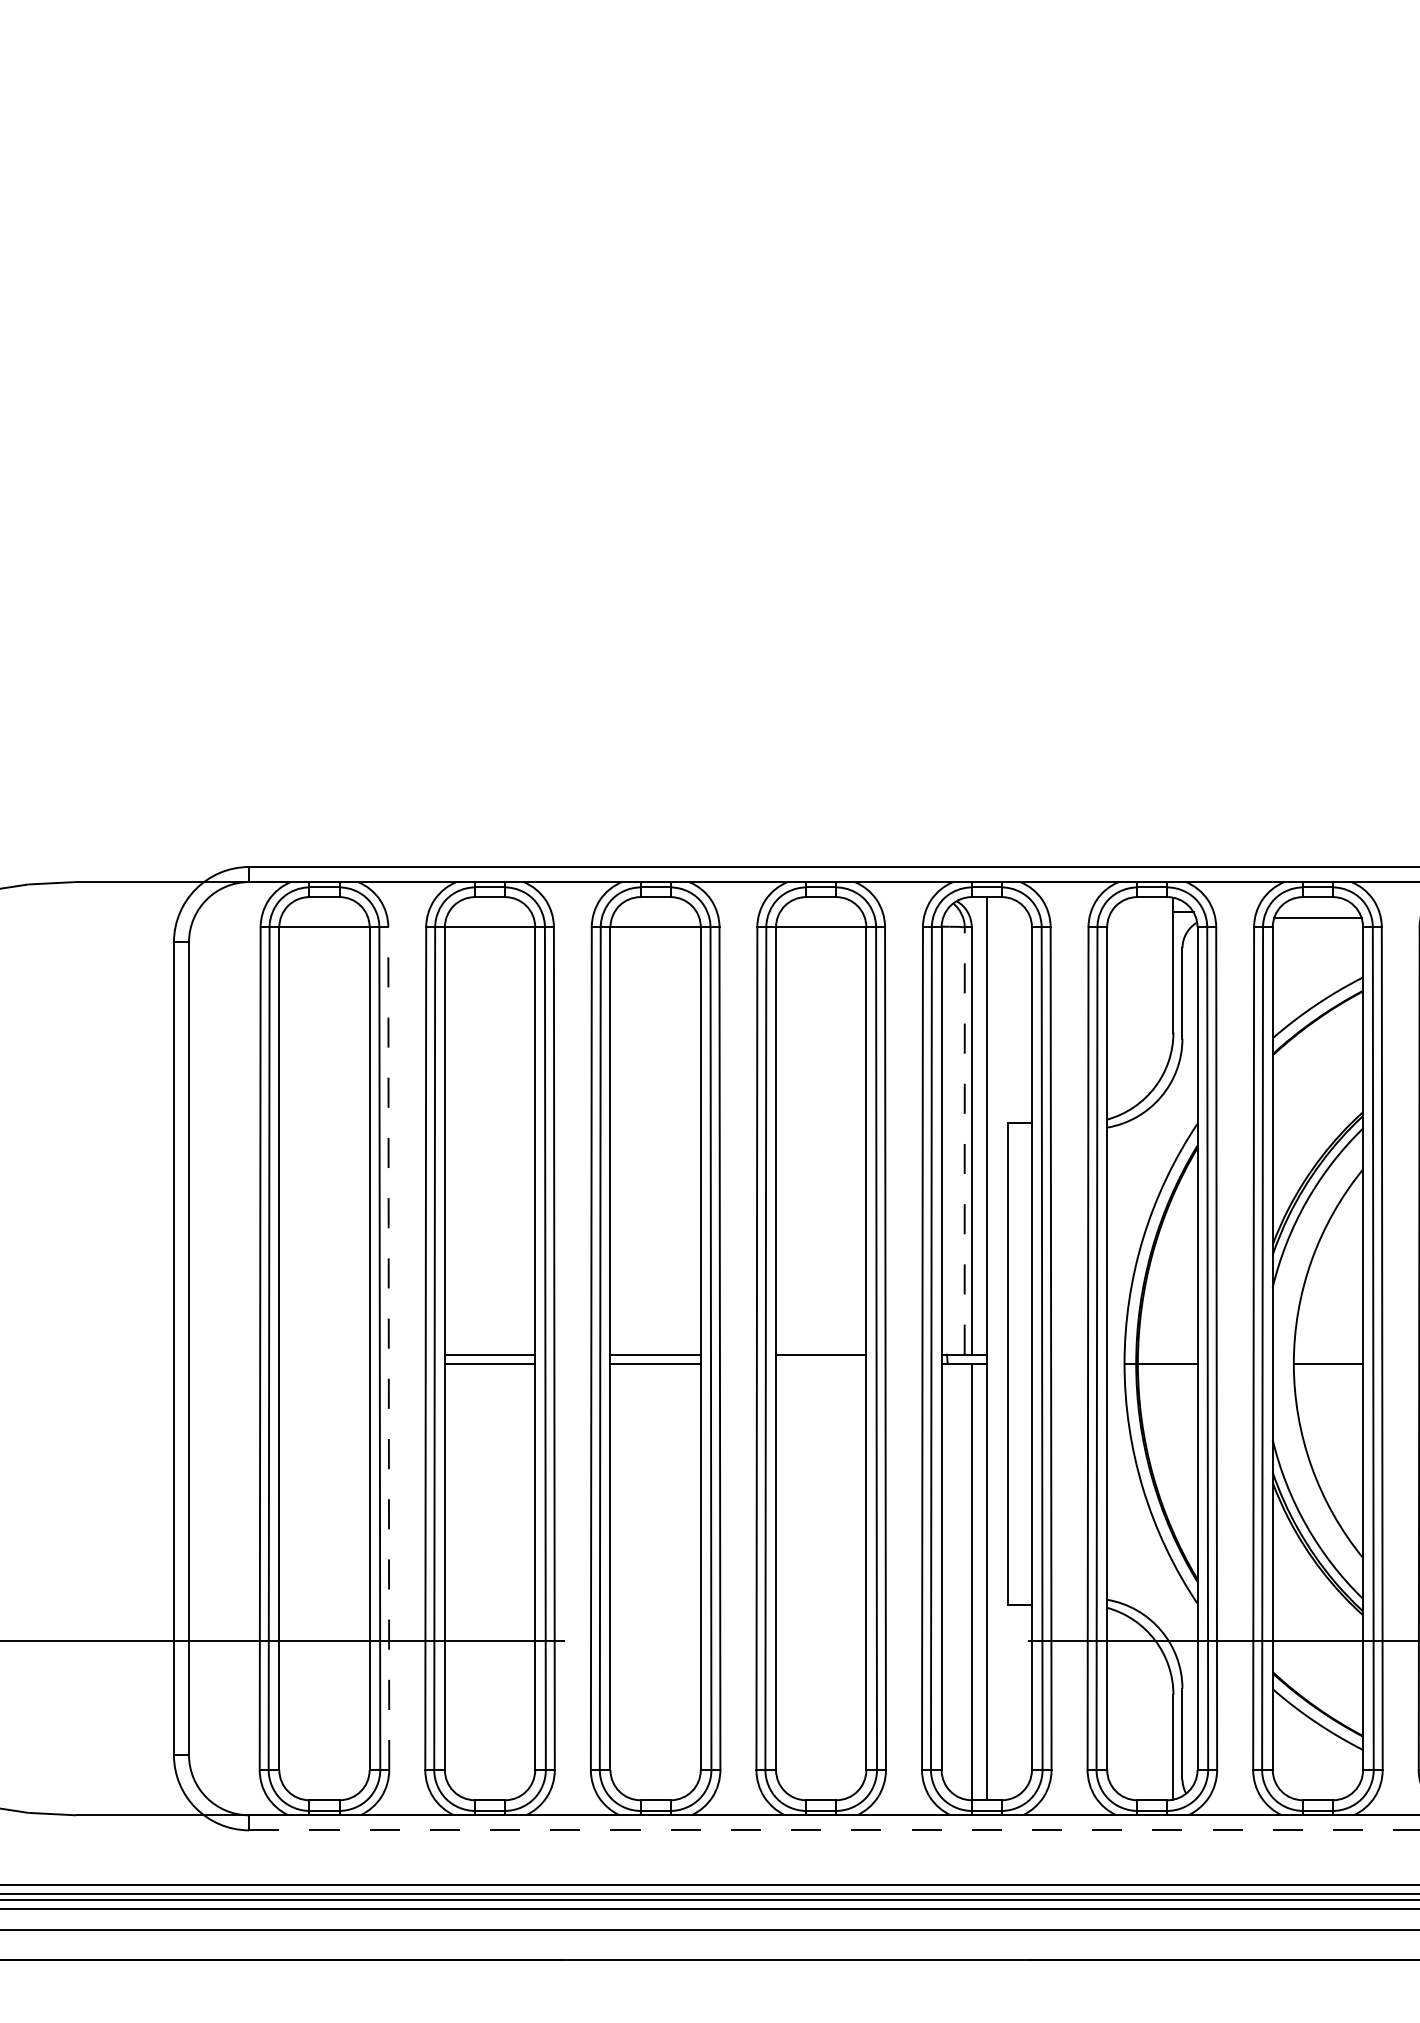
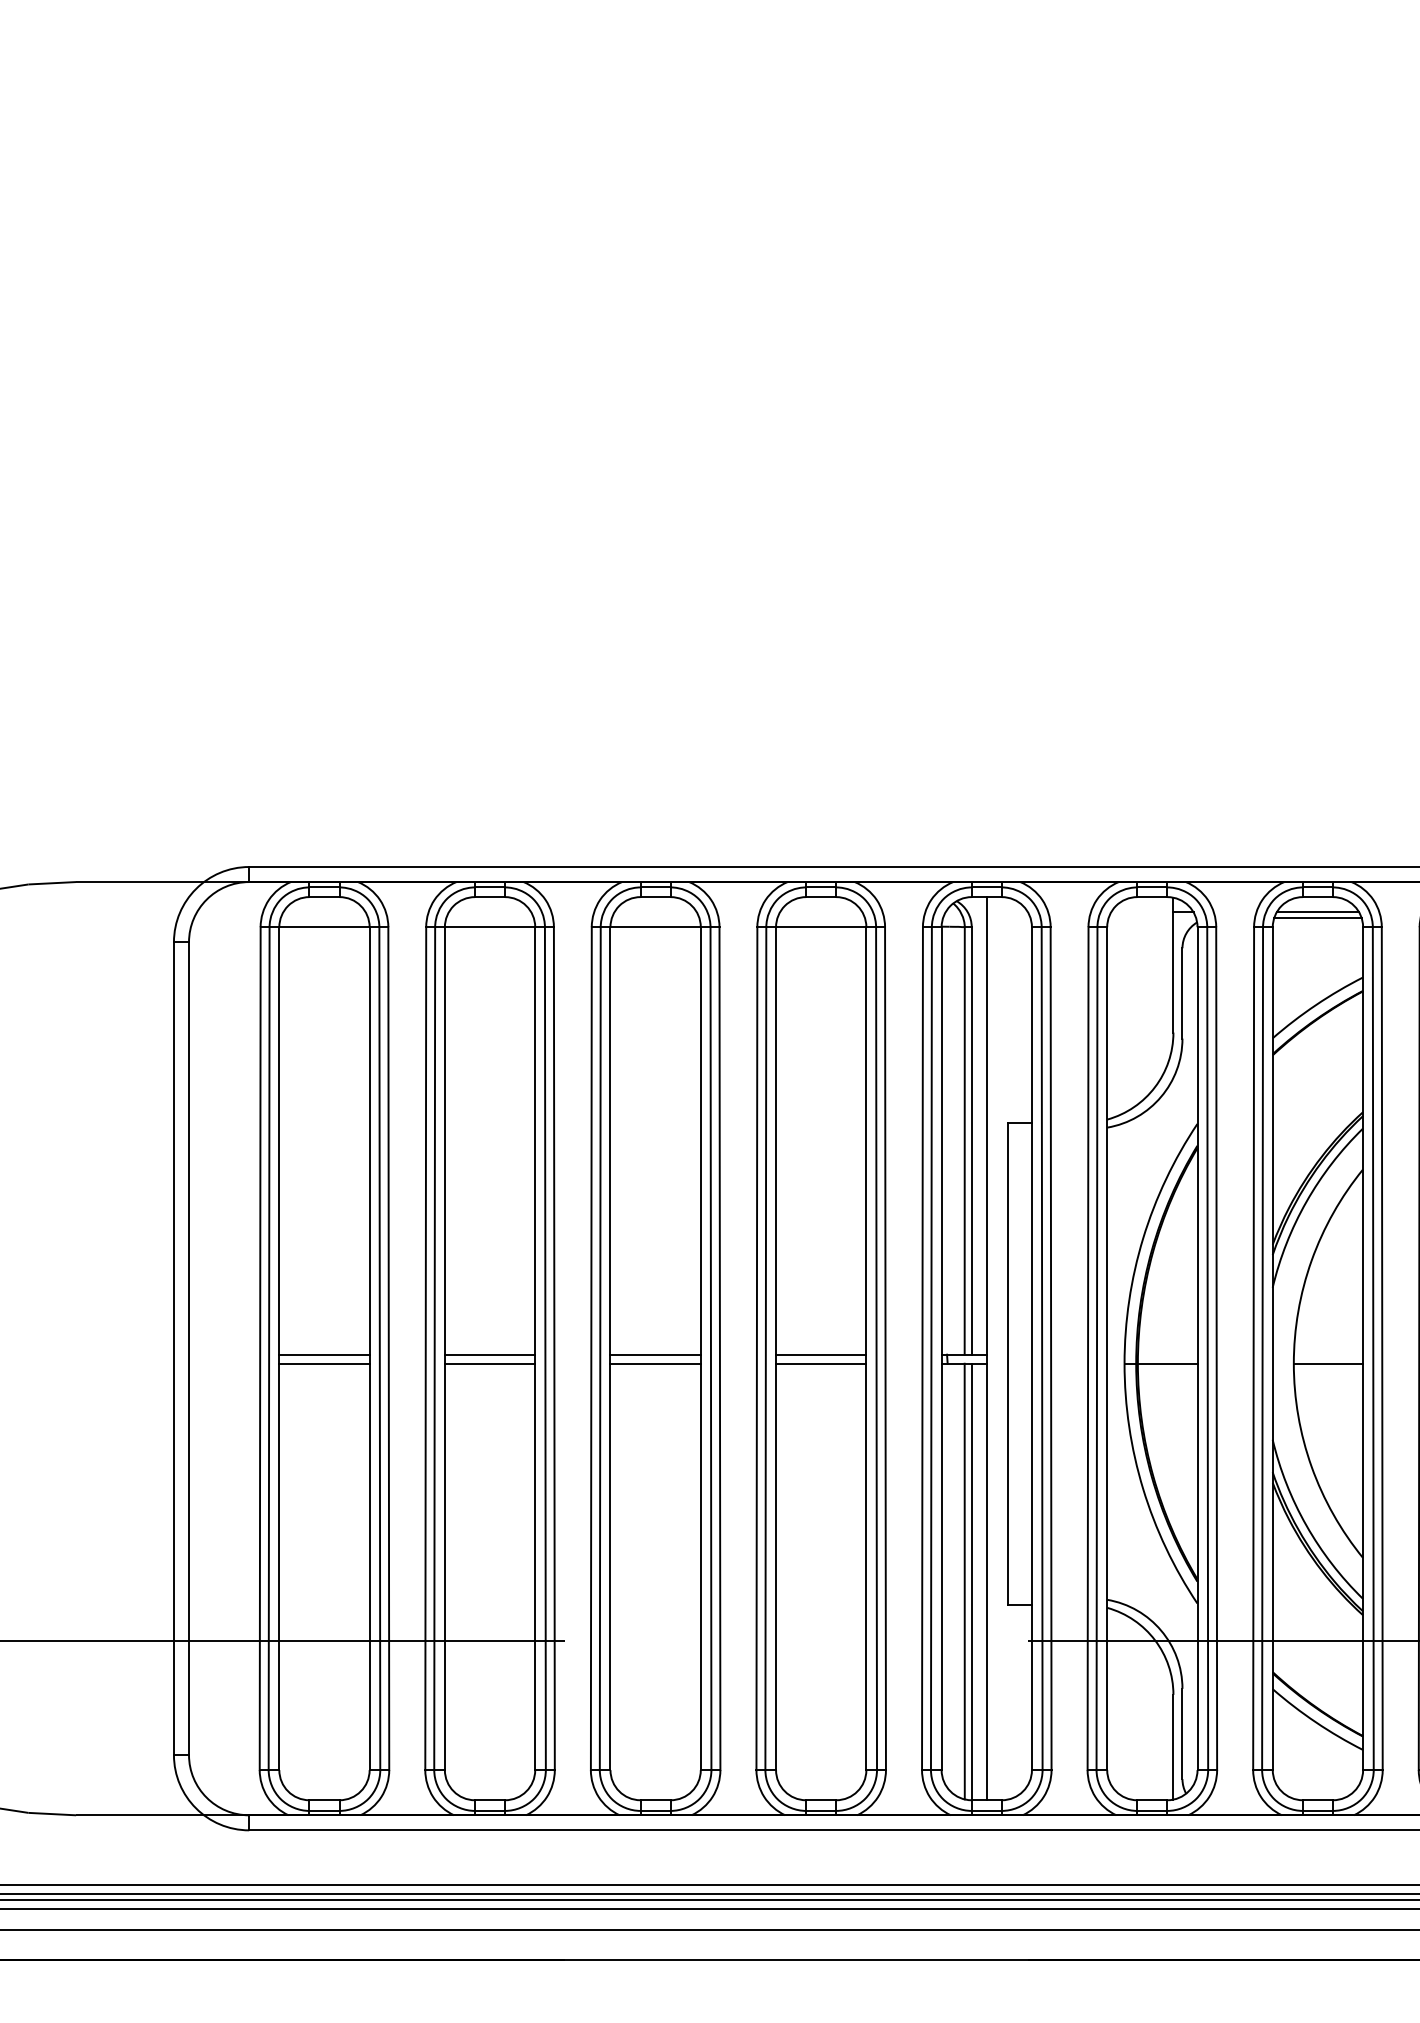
line at (1317, 912): none -> present
line at (964, 1140): dashed -> solid
line at (388, 1348): dashed -> solid
line at (324, 1354): none -> present
line at (324, 1363): none -> present
line at (821, 1363): none -> present
line at (964, 1581): none -> present
line at (834, 1830): dashed -> solid
